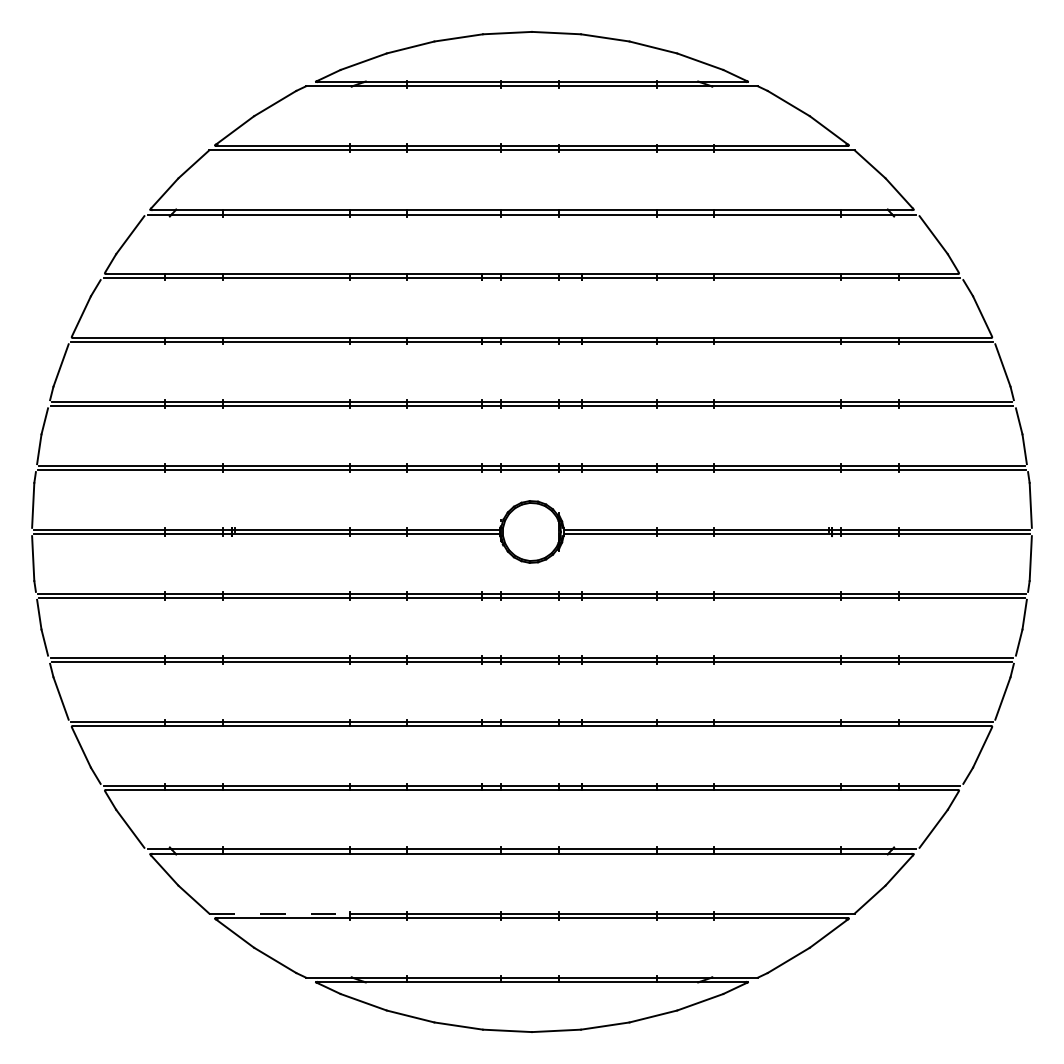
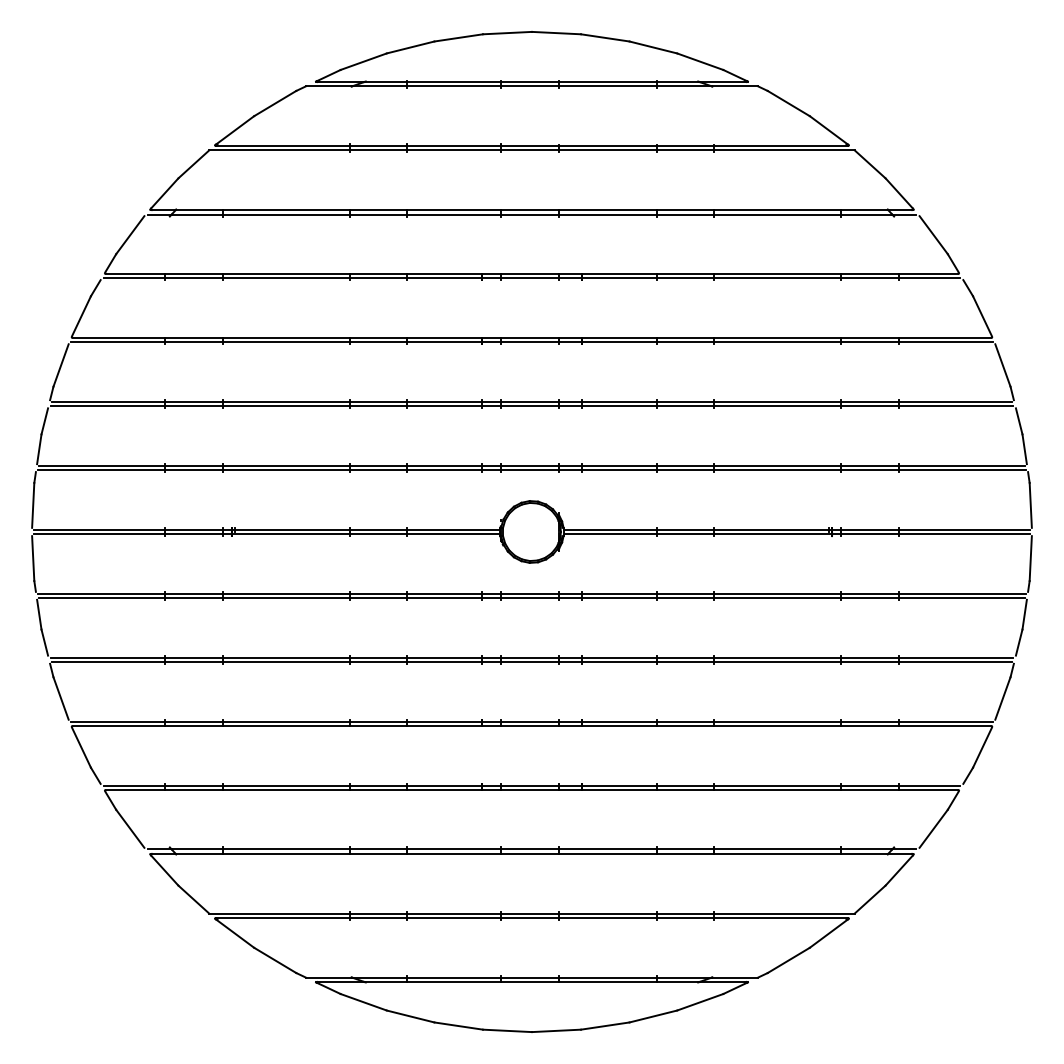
line at (280, 913): dashed -> solid
